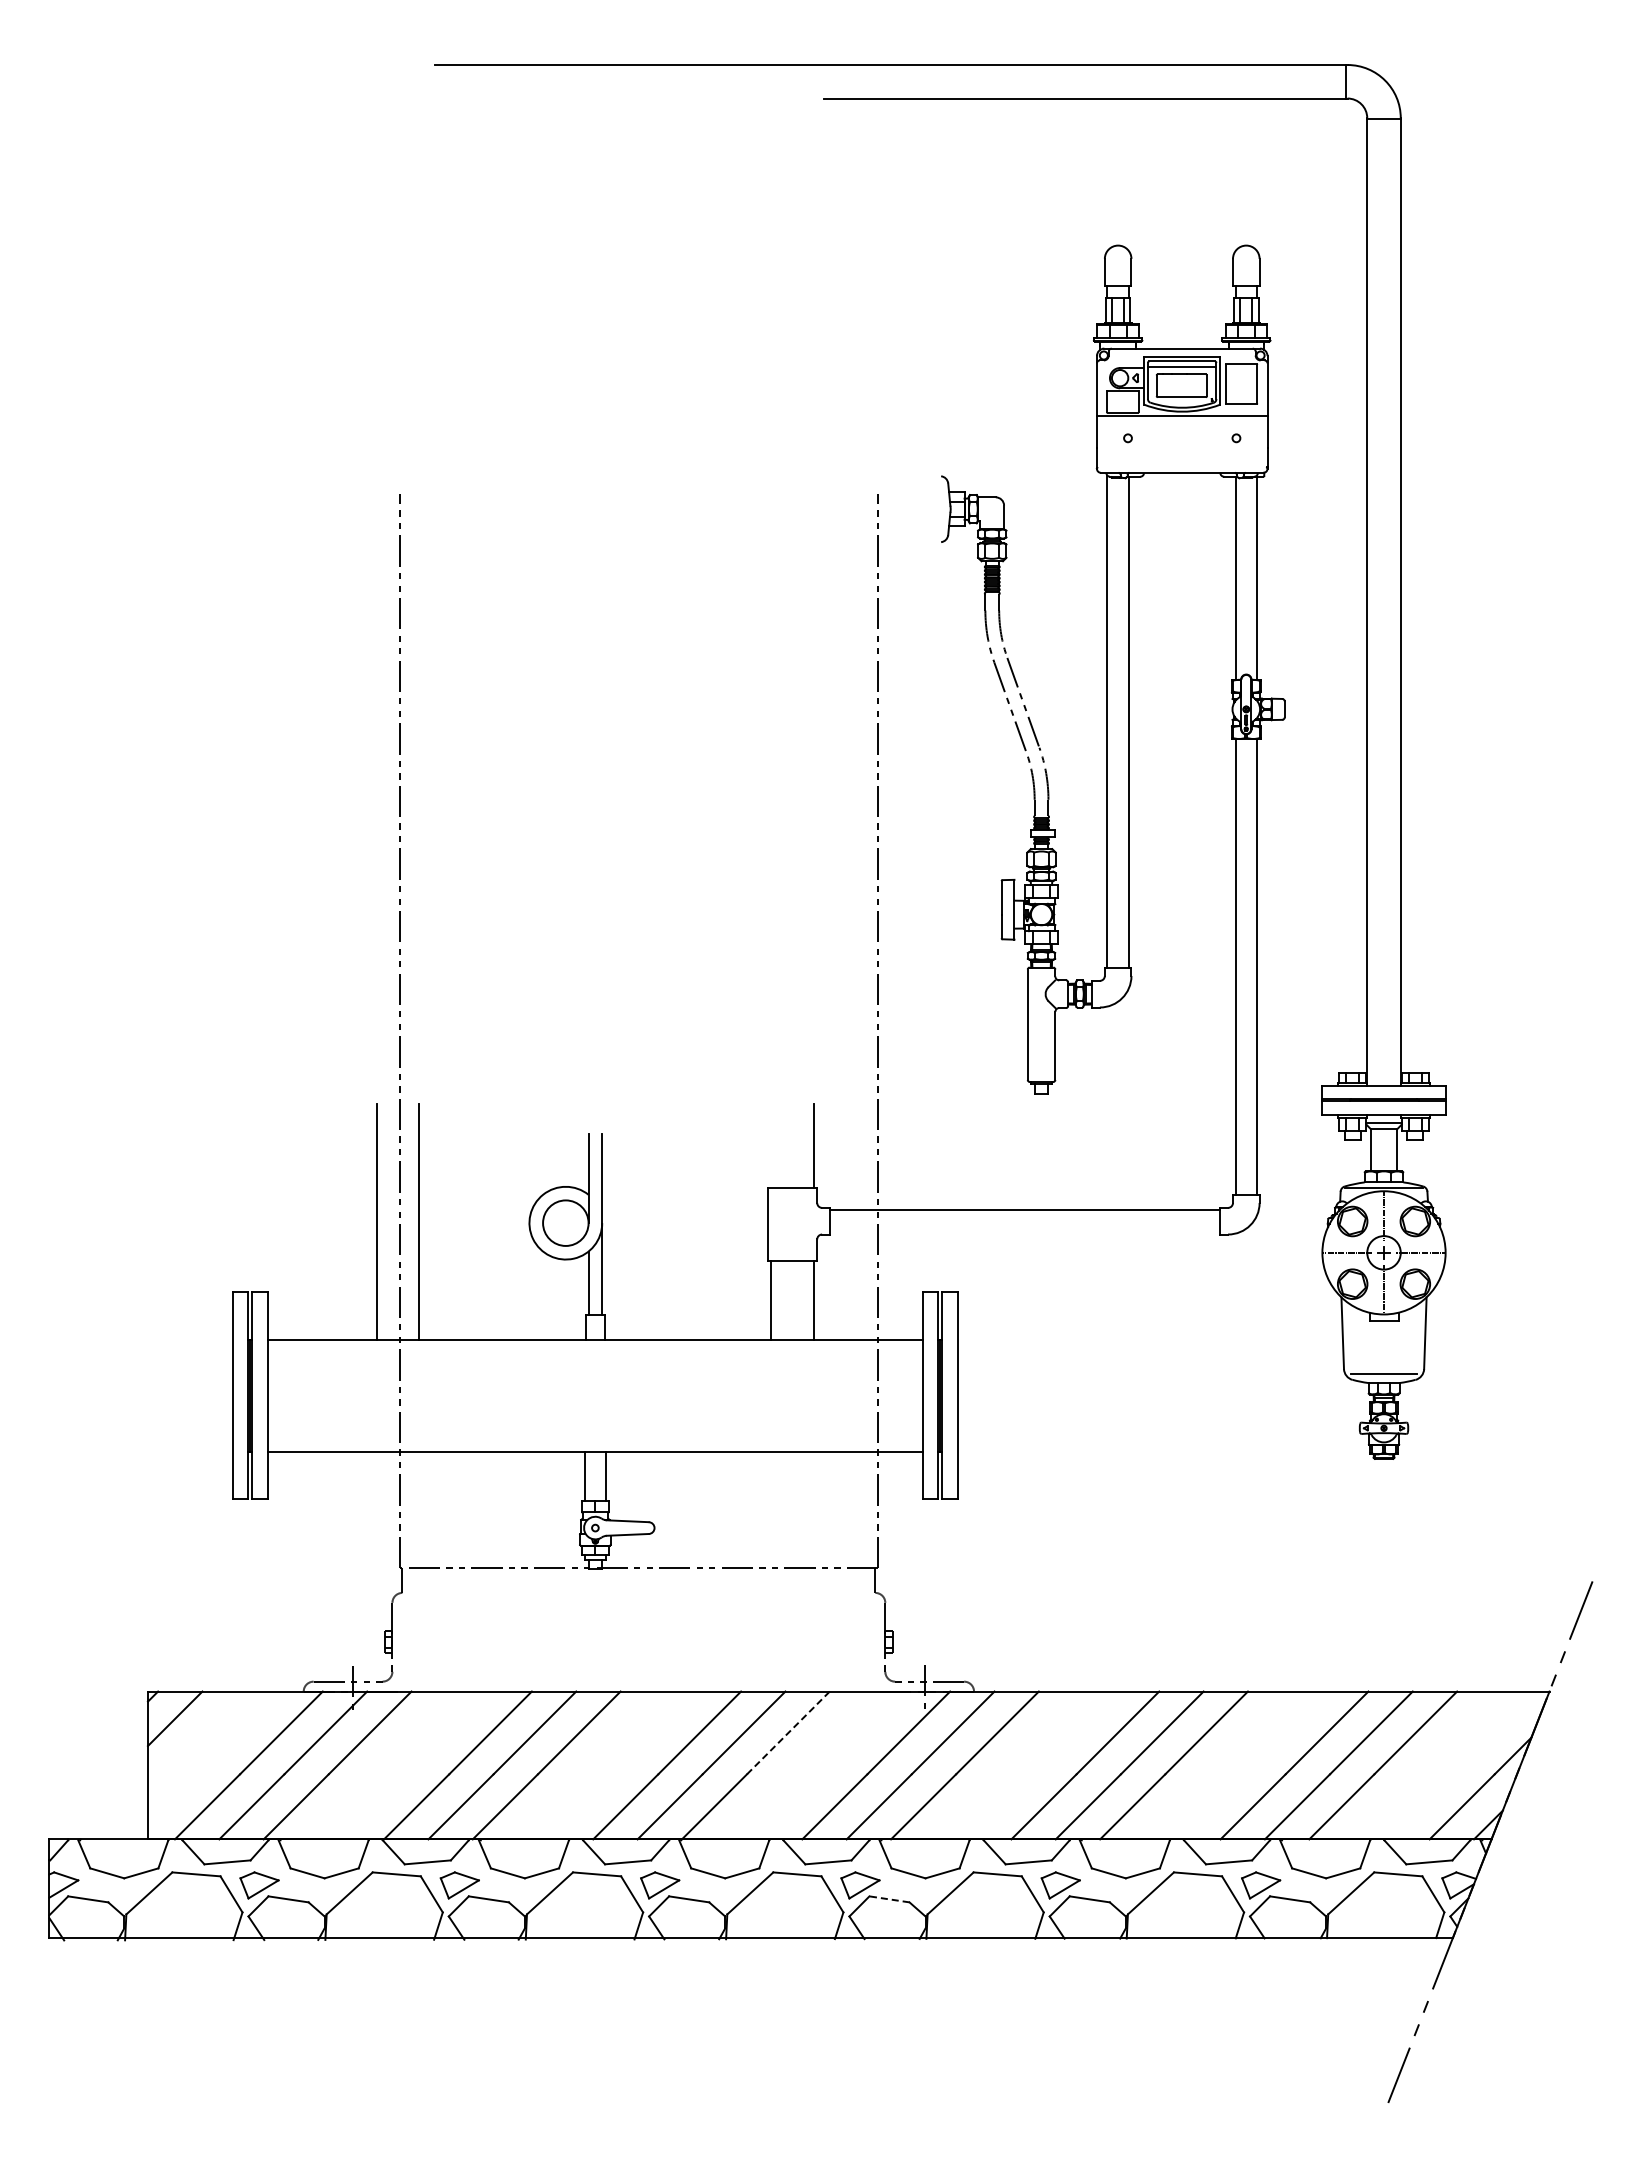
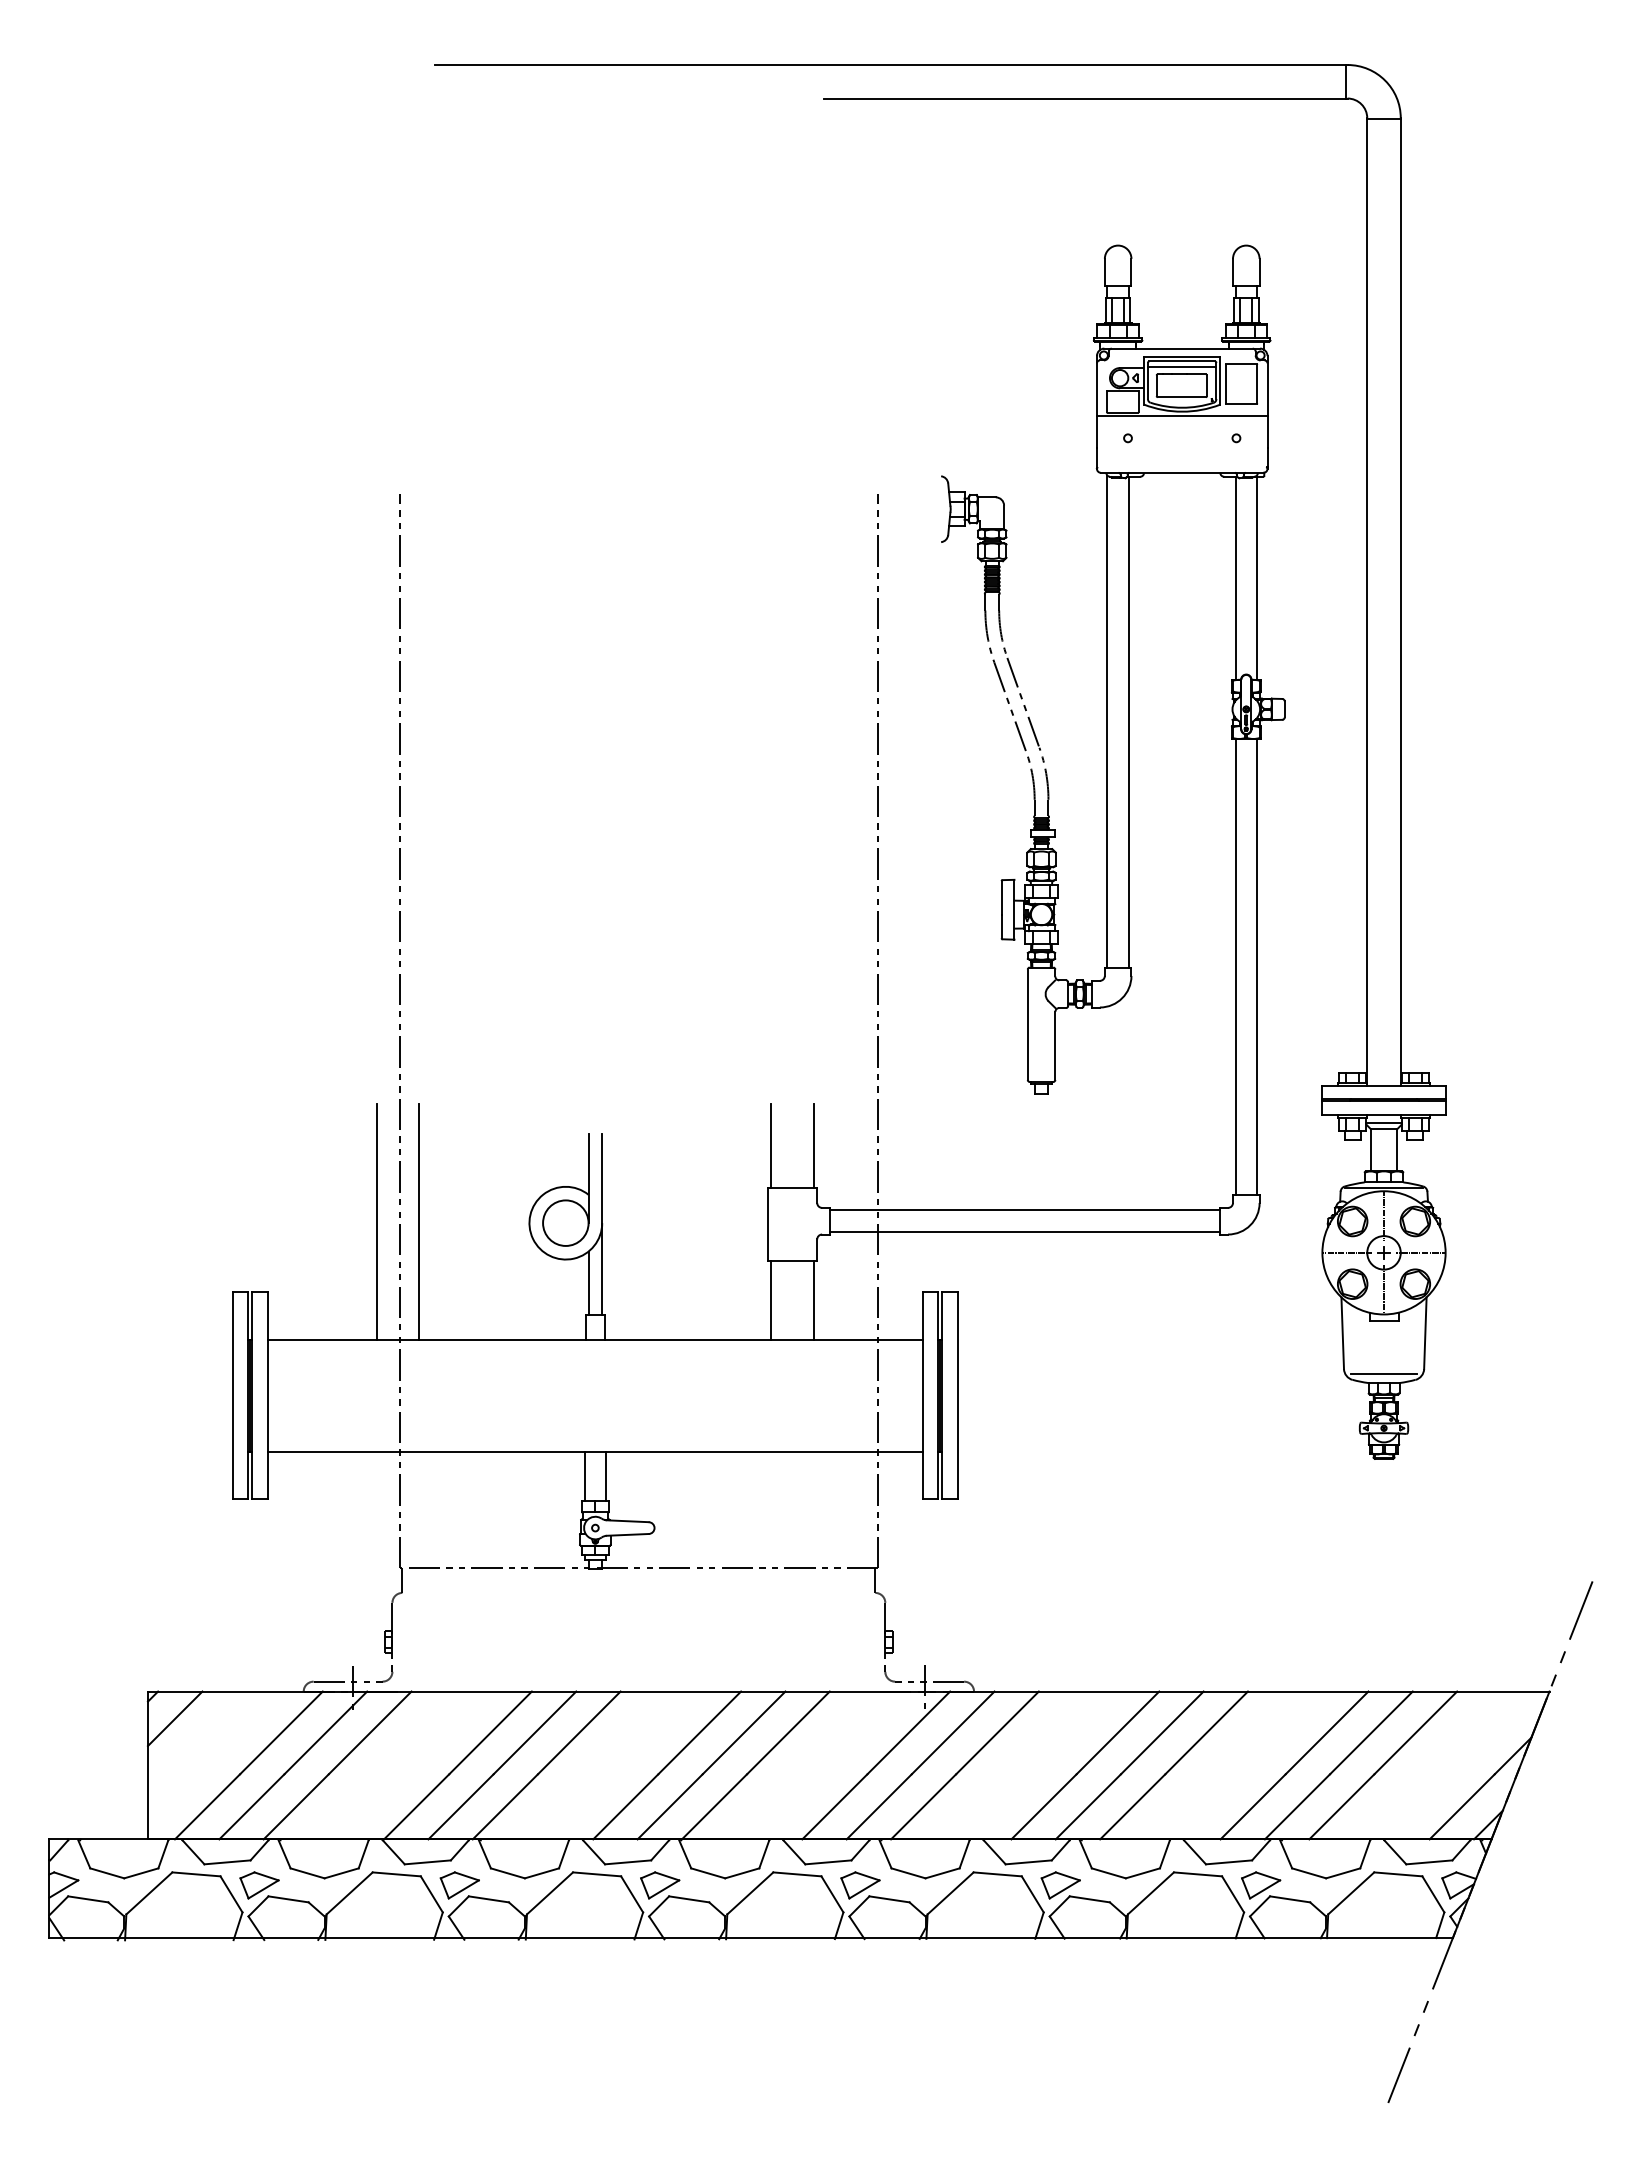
line at (771, 1145): none -> present
line at (1024, 1231): none -> present
line at (788, 1732): dashed -> solid
line at (889, 1899): dashed -> solid
